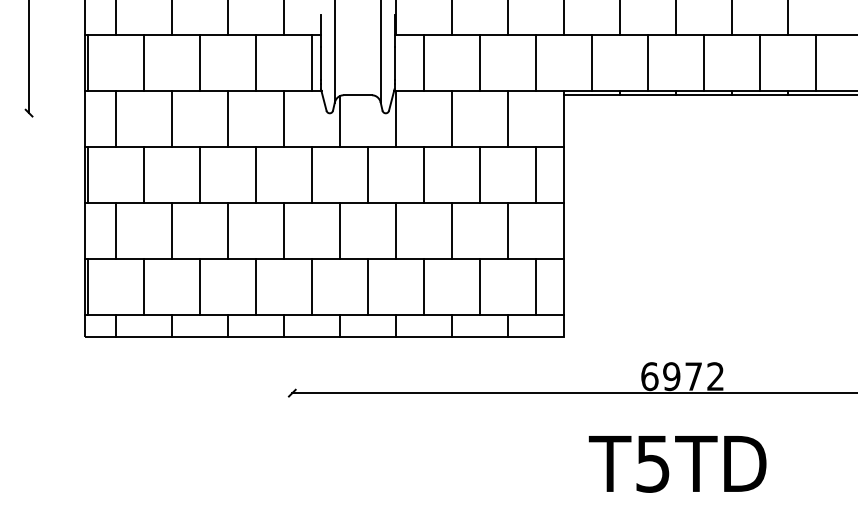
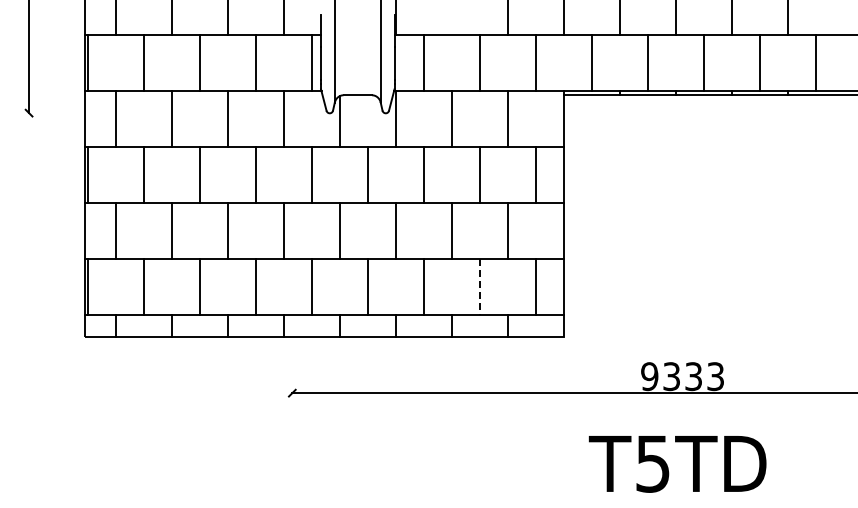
line at (452, 18): present -> none
line at (480, 287): solid -> dashed
text at (682, 376): 6972 -> 9333
